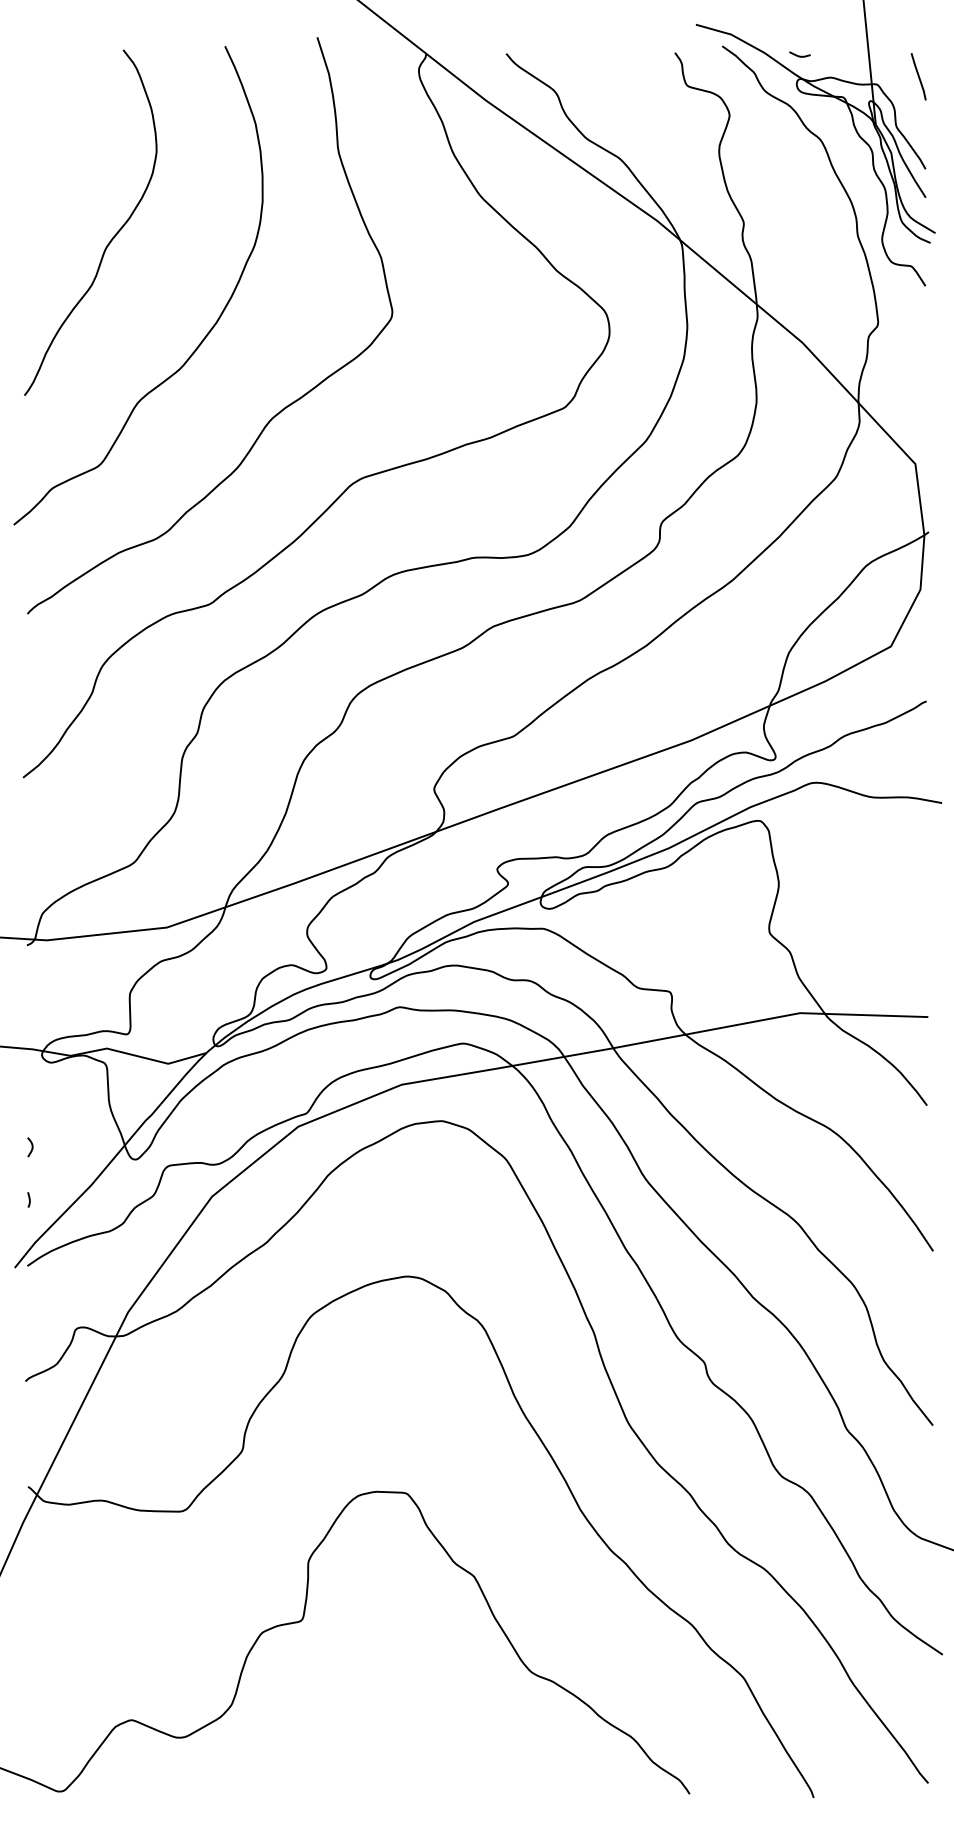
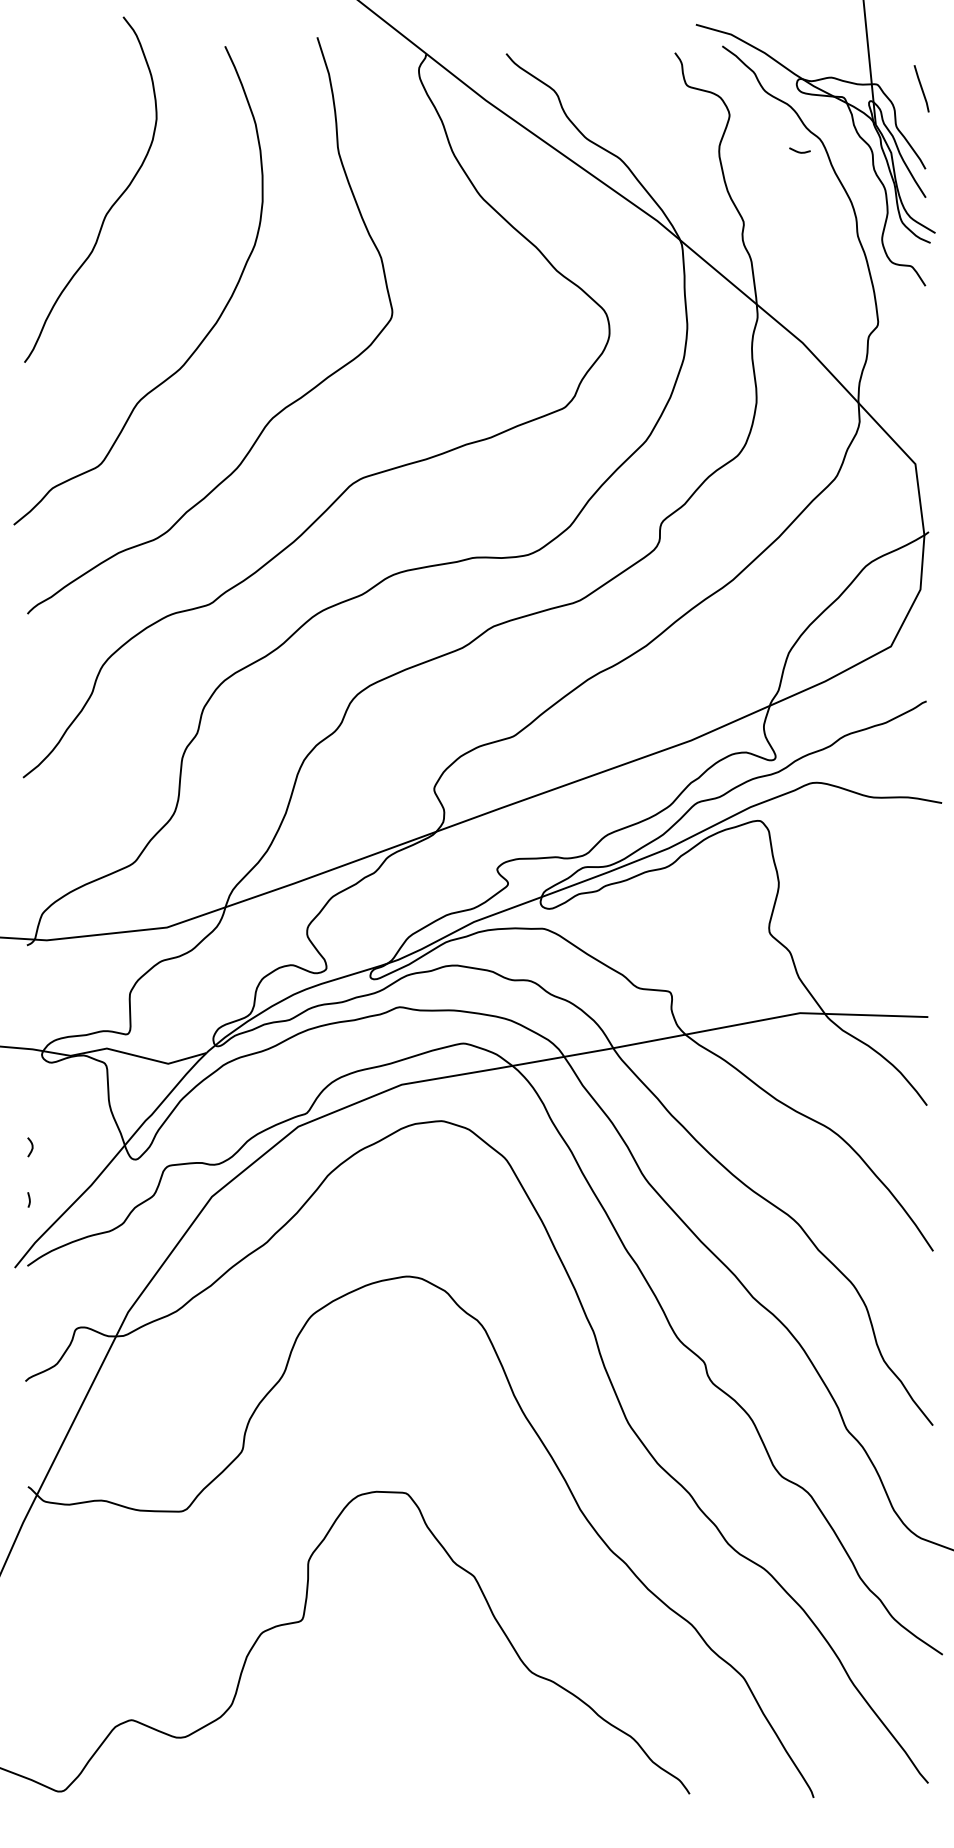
curve at (799, 55) position: (799, 55) -> (799, 151)
line at (918, 76) position: (918, 76) -> (921, 88)
curve at (111, 238) position: (111, 238) -> (111, 205)
